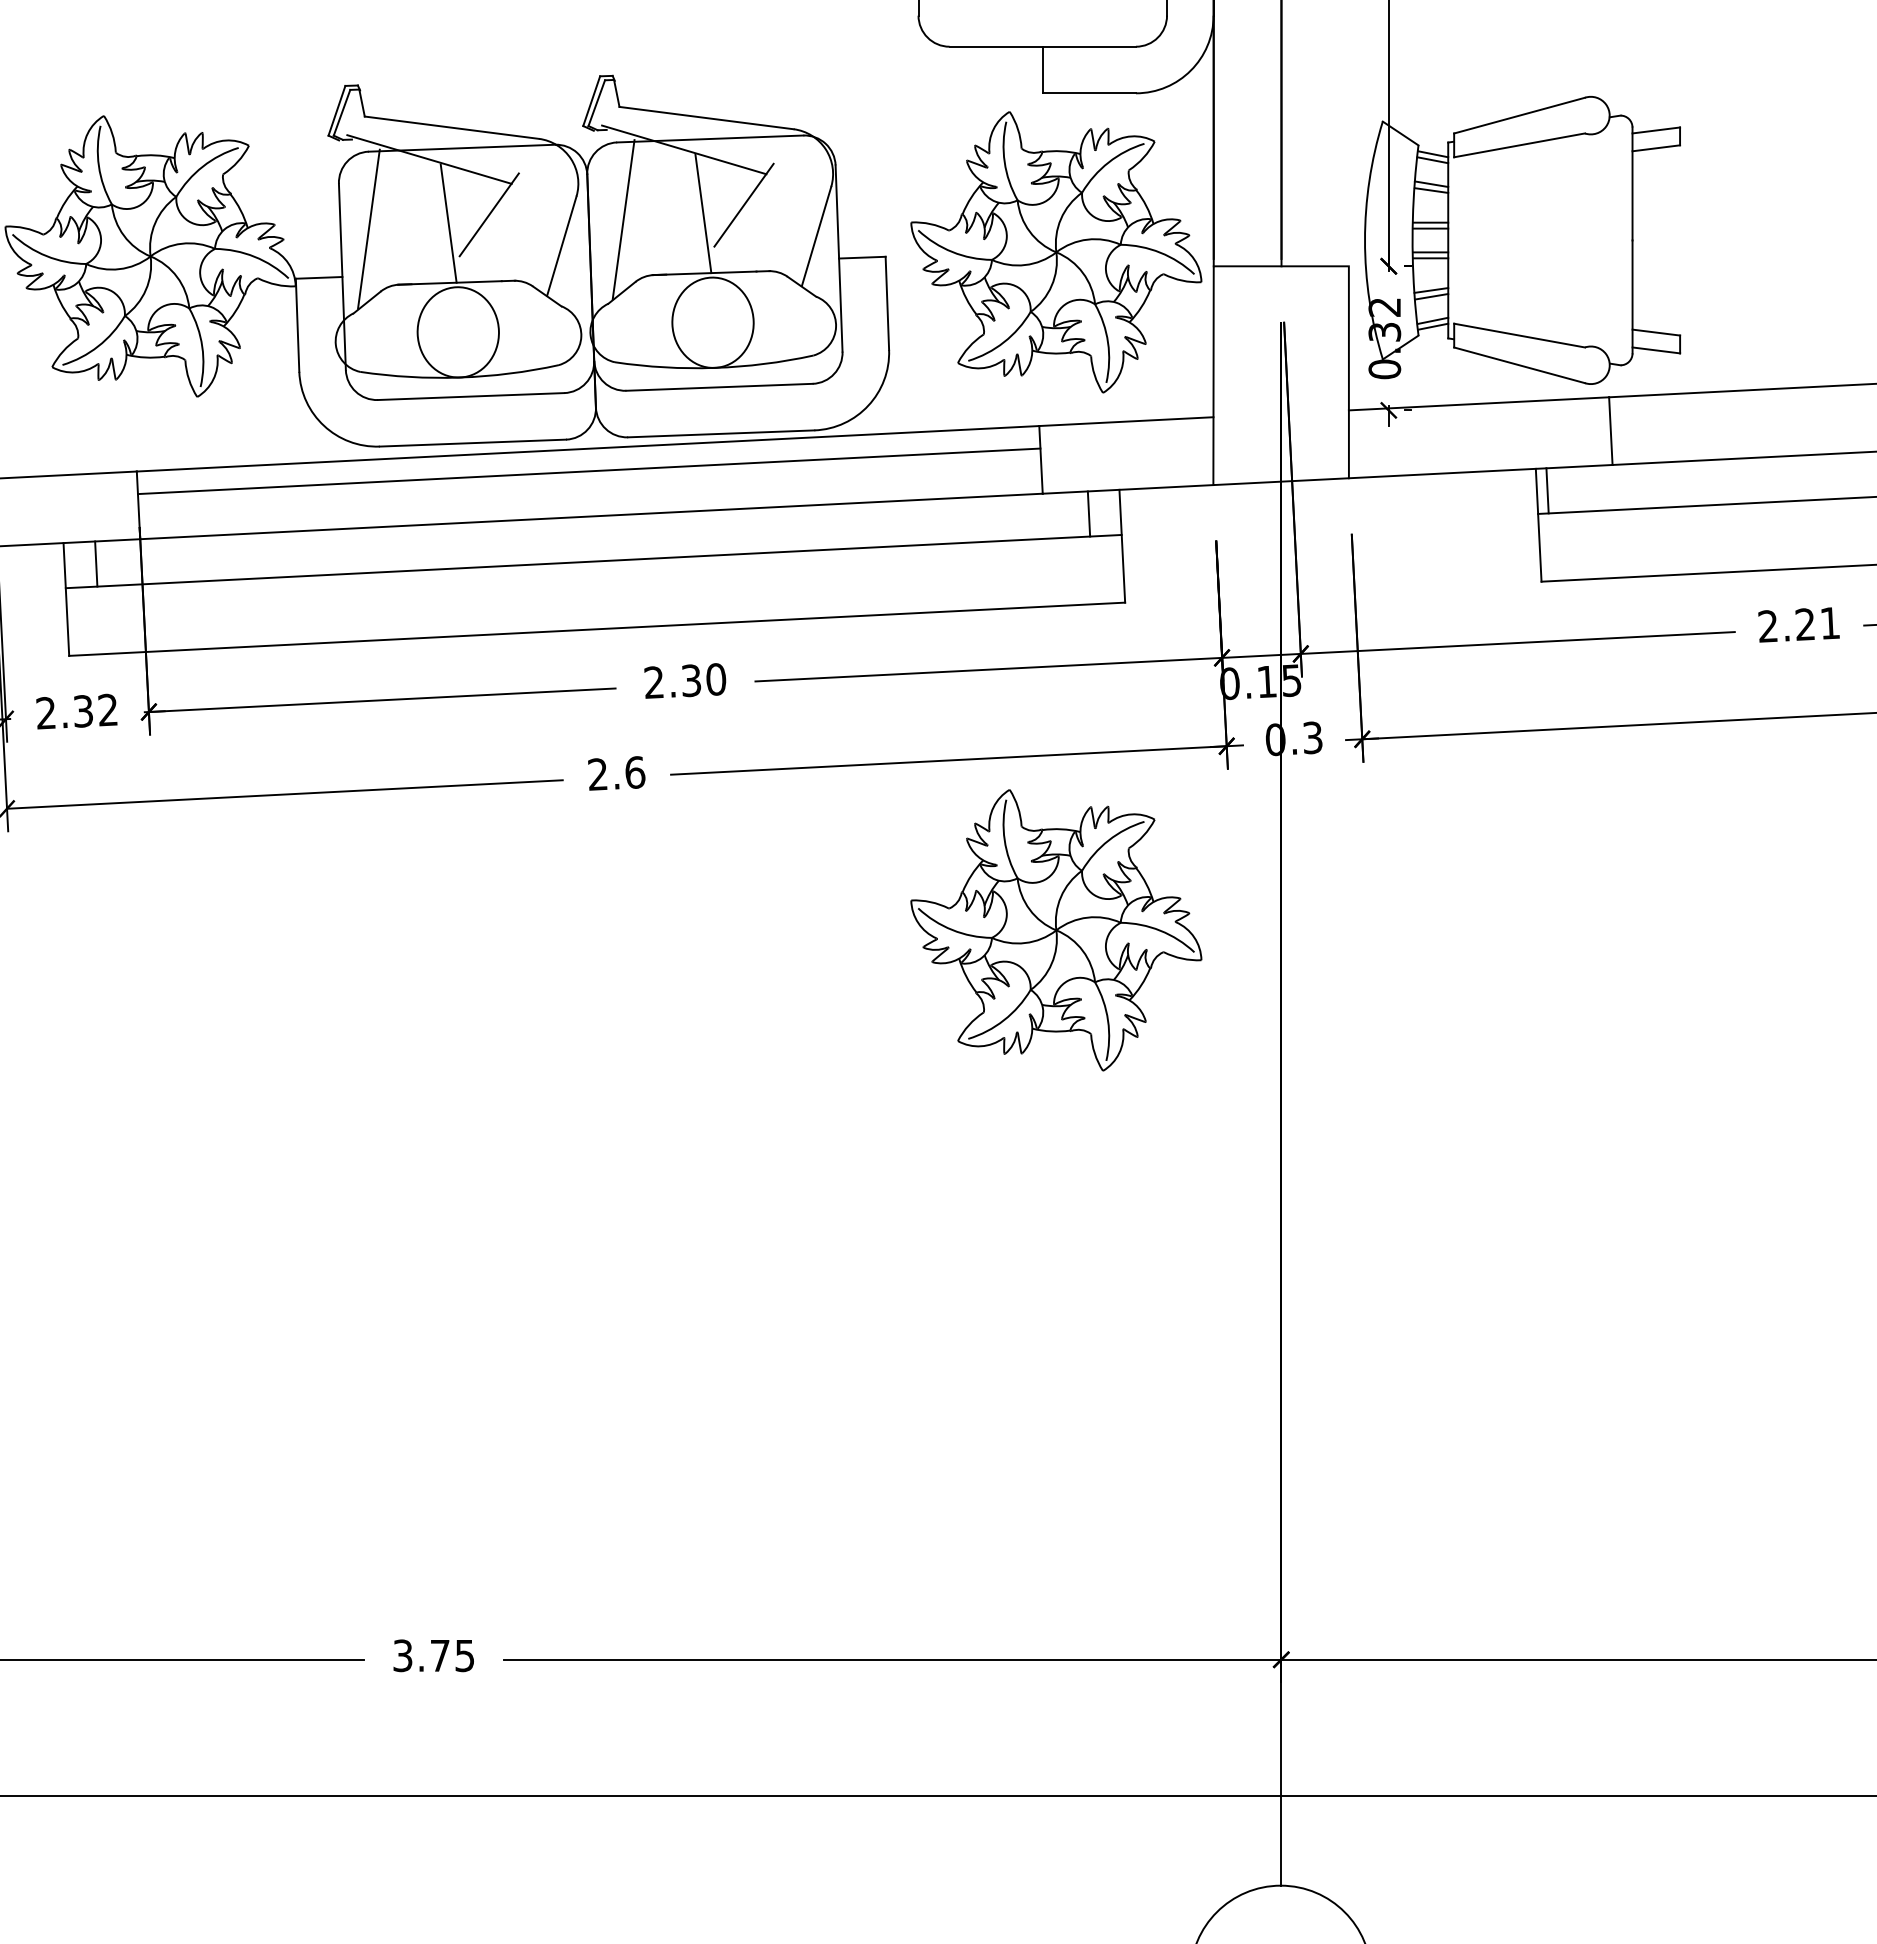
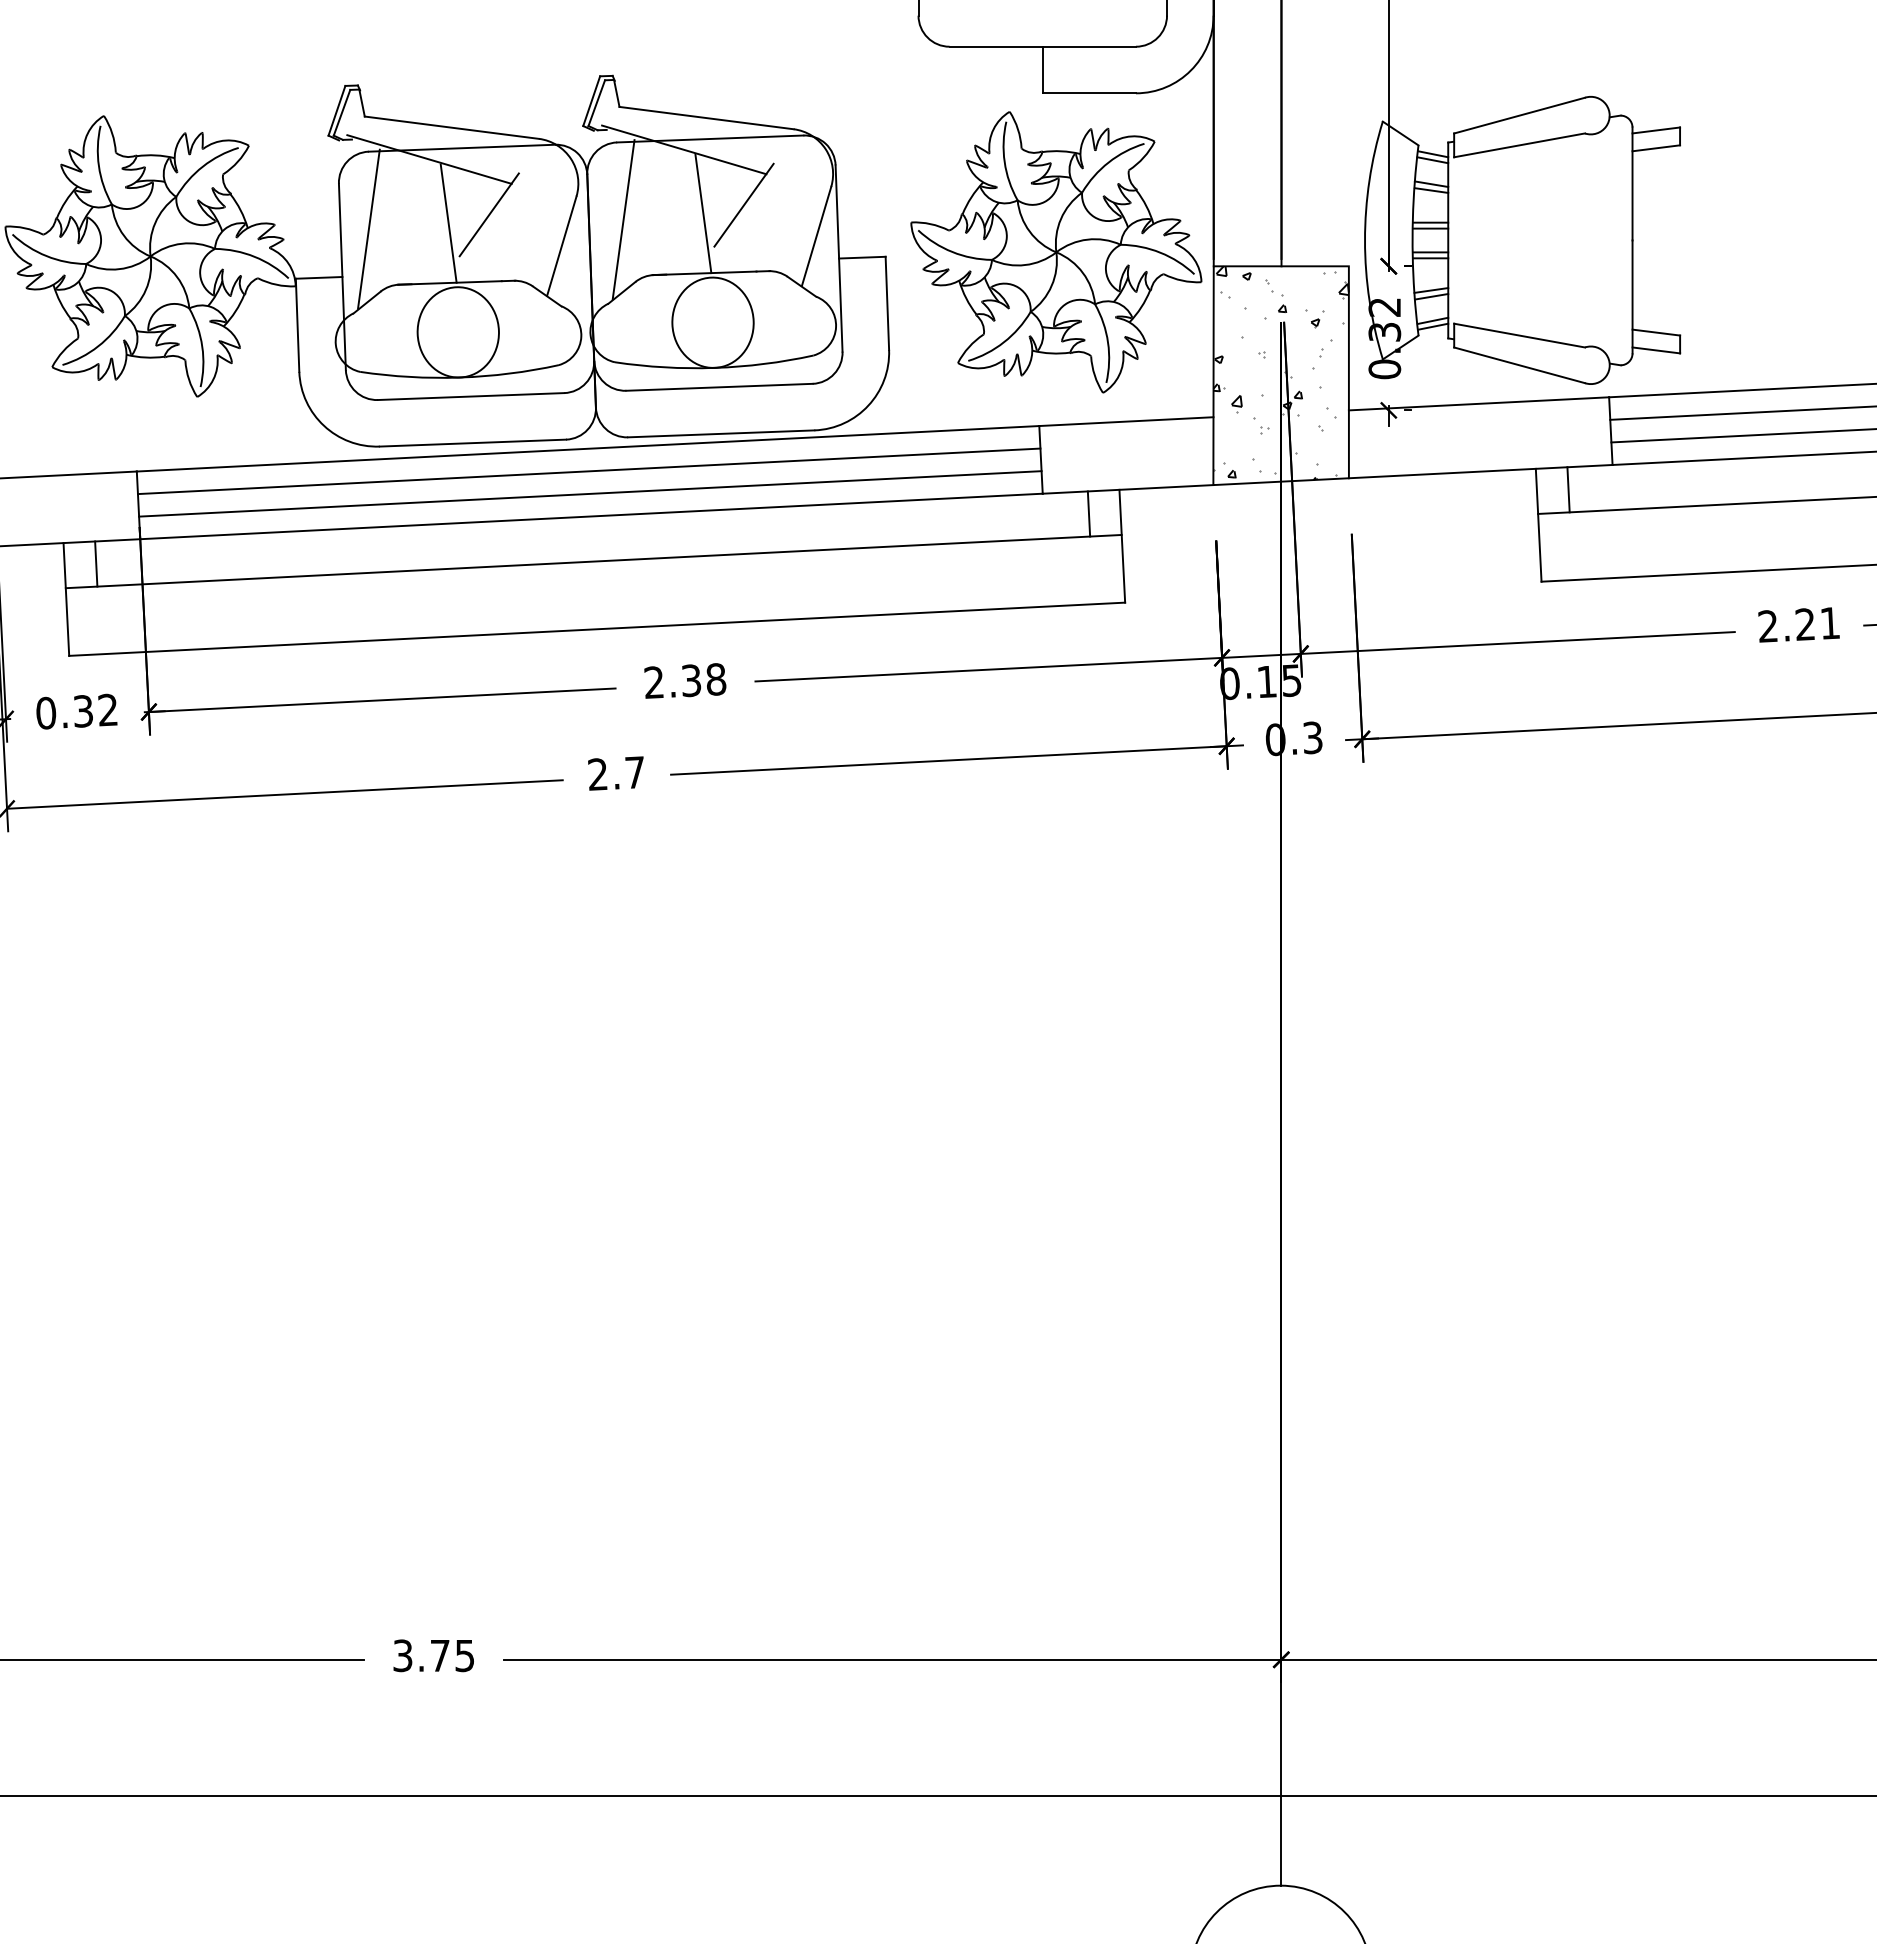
hatch at (1280, 373): none -> present
line at (1741, 412): none -> present
line at (1742, 435): none -> present
line at (1547, 490) position: (1547, 490) -> (1568, 489)
line at (590, 493): none -> present
text at (716, 679): 2.30 -> 2.38
text at (46, 712): 2.32 -> 0.32
text at (635, 772): 2.6 -> 2.7
part at (1056, 930): present -> none
